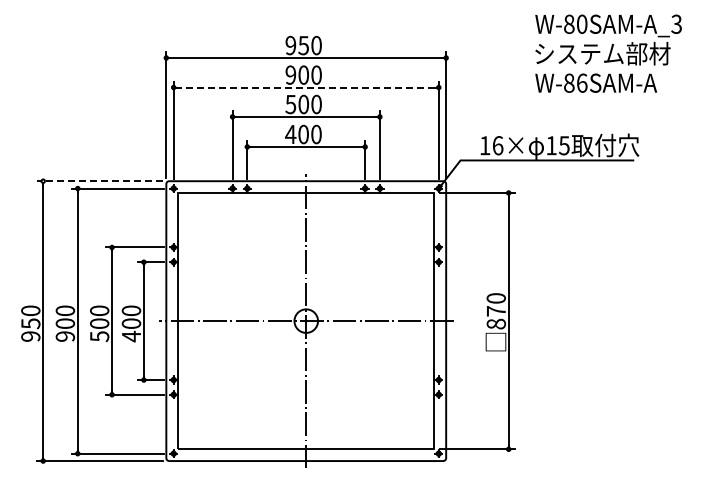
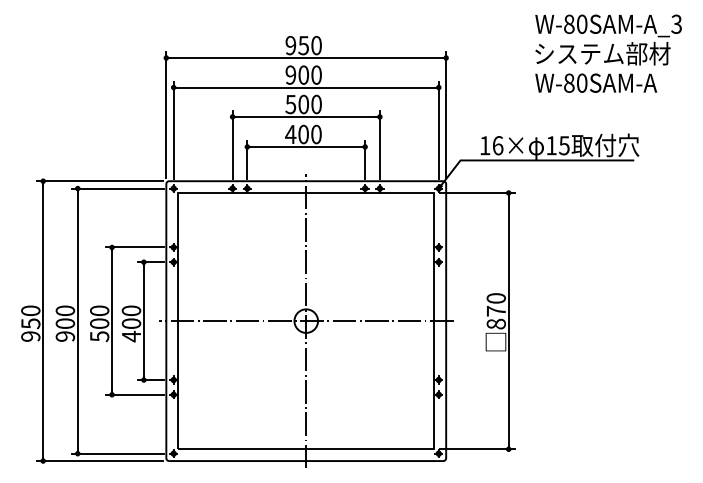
text at (582, 82): W-86SAM-A -> W-80SAM-A
line at (305, 87): dashed -> solid
line at (99, 181): dashed -> solid
